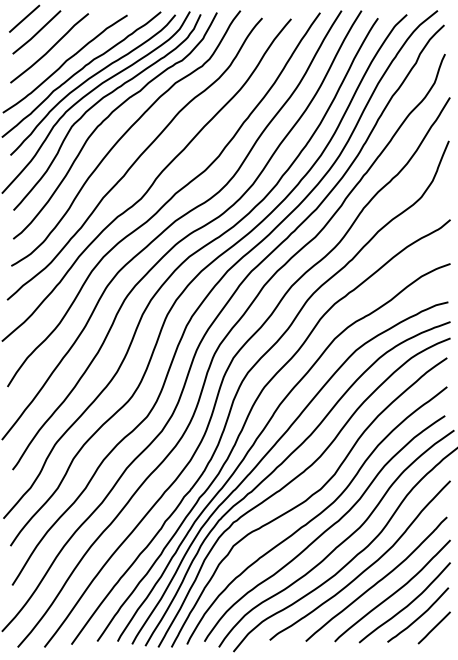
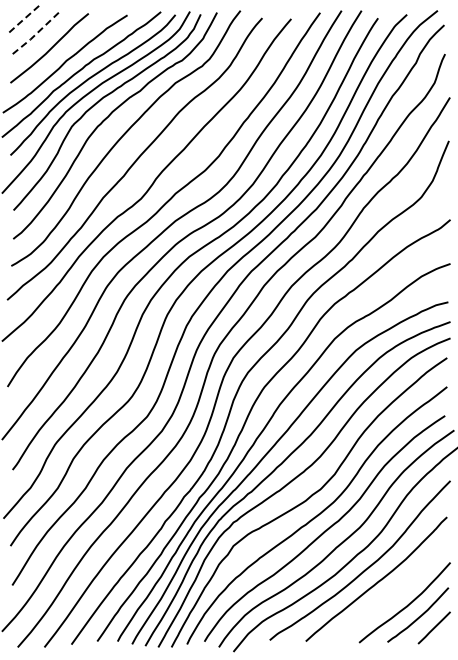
line at (24, 18): solid -> dashed
line at (37, 33): solid -> dashed
curve at (393, 592): present -> none
